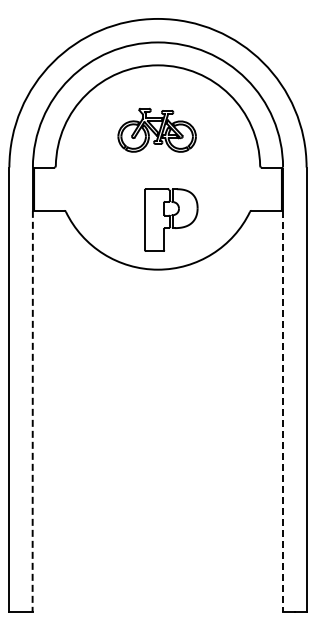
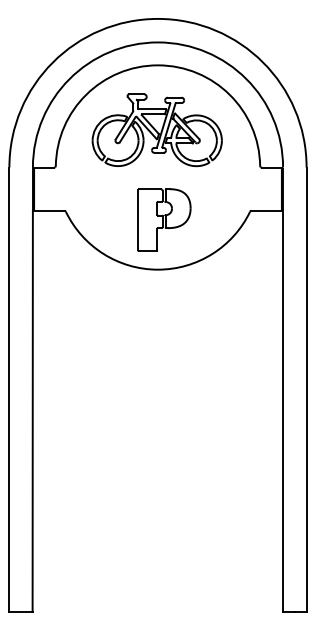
part at (156, 130) size: 80x45 px -> 132x75 px
part at (171, 219) position: (171, 219) -> (164, 219)
line at (32, 411): dashed -> solid
line at (283, 411): dashed -> solid
